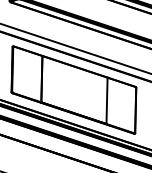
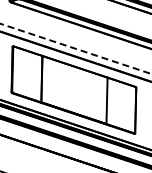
line at (76, 49): solid -> dashed
